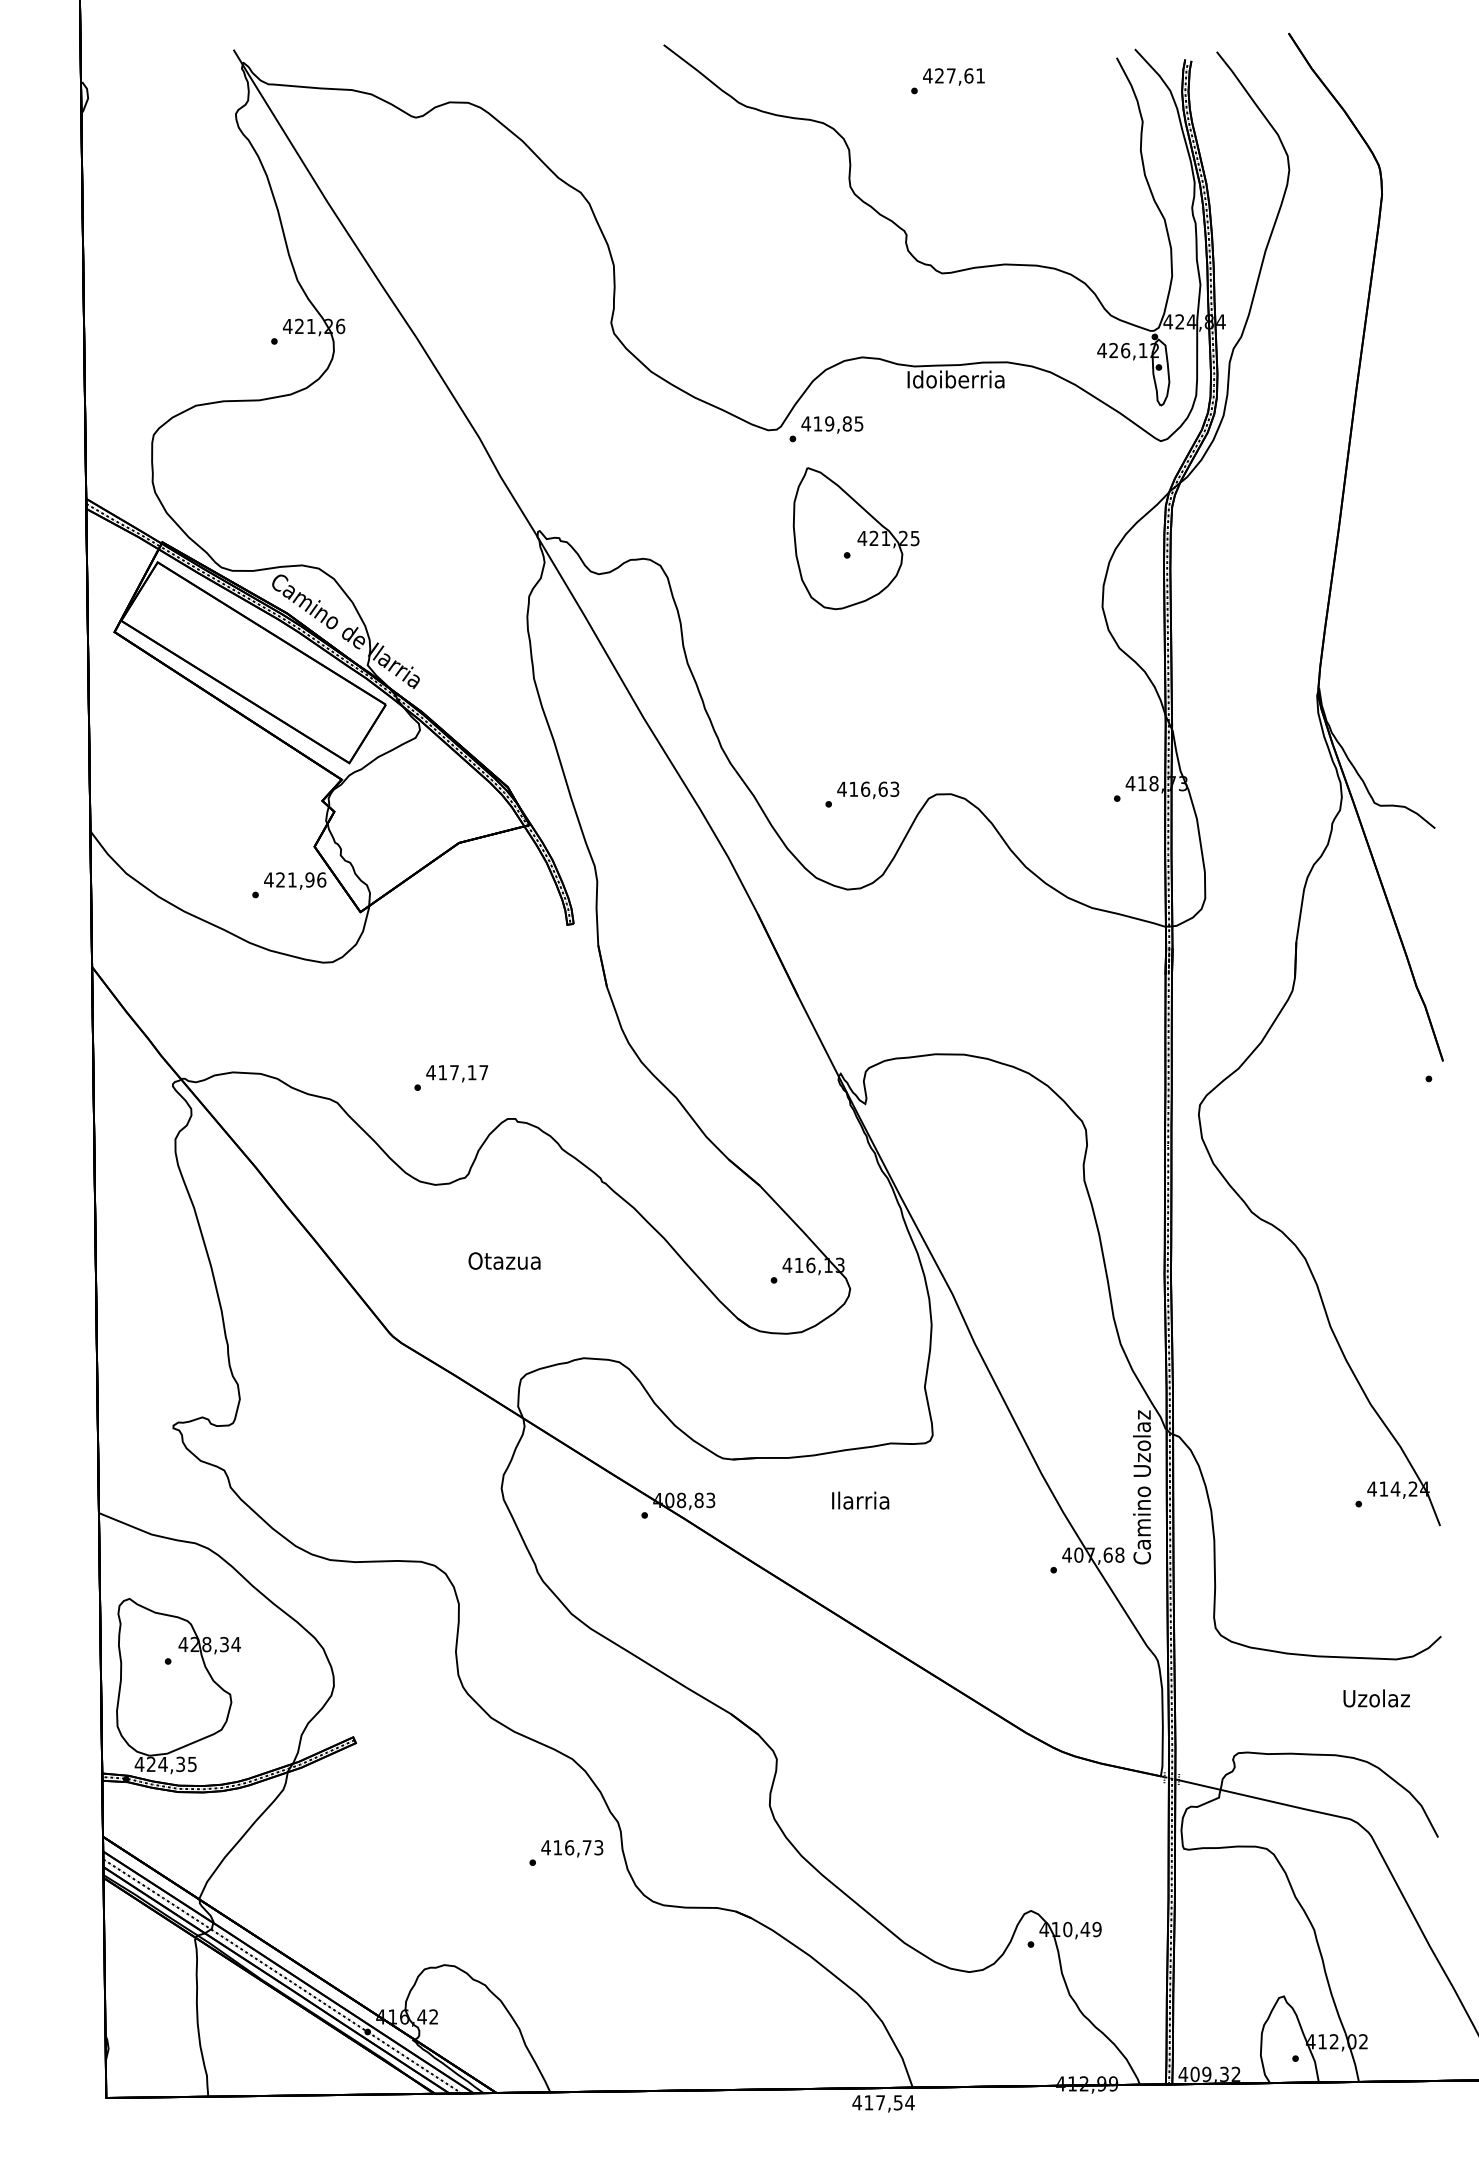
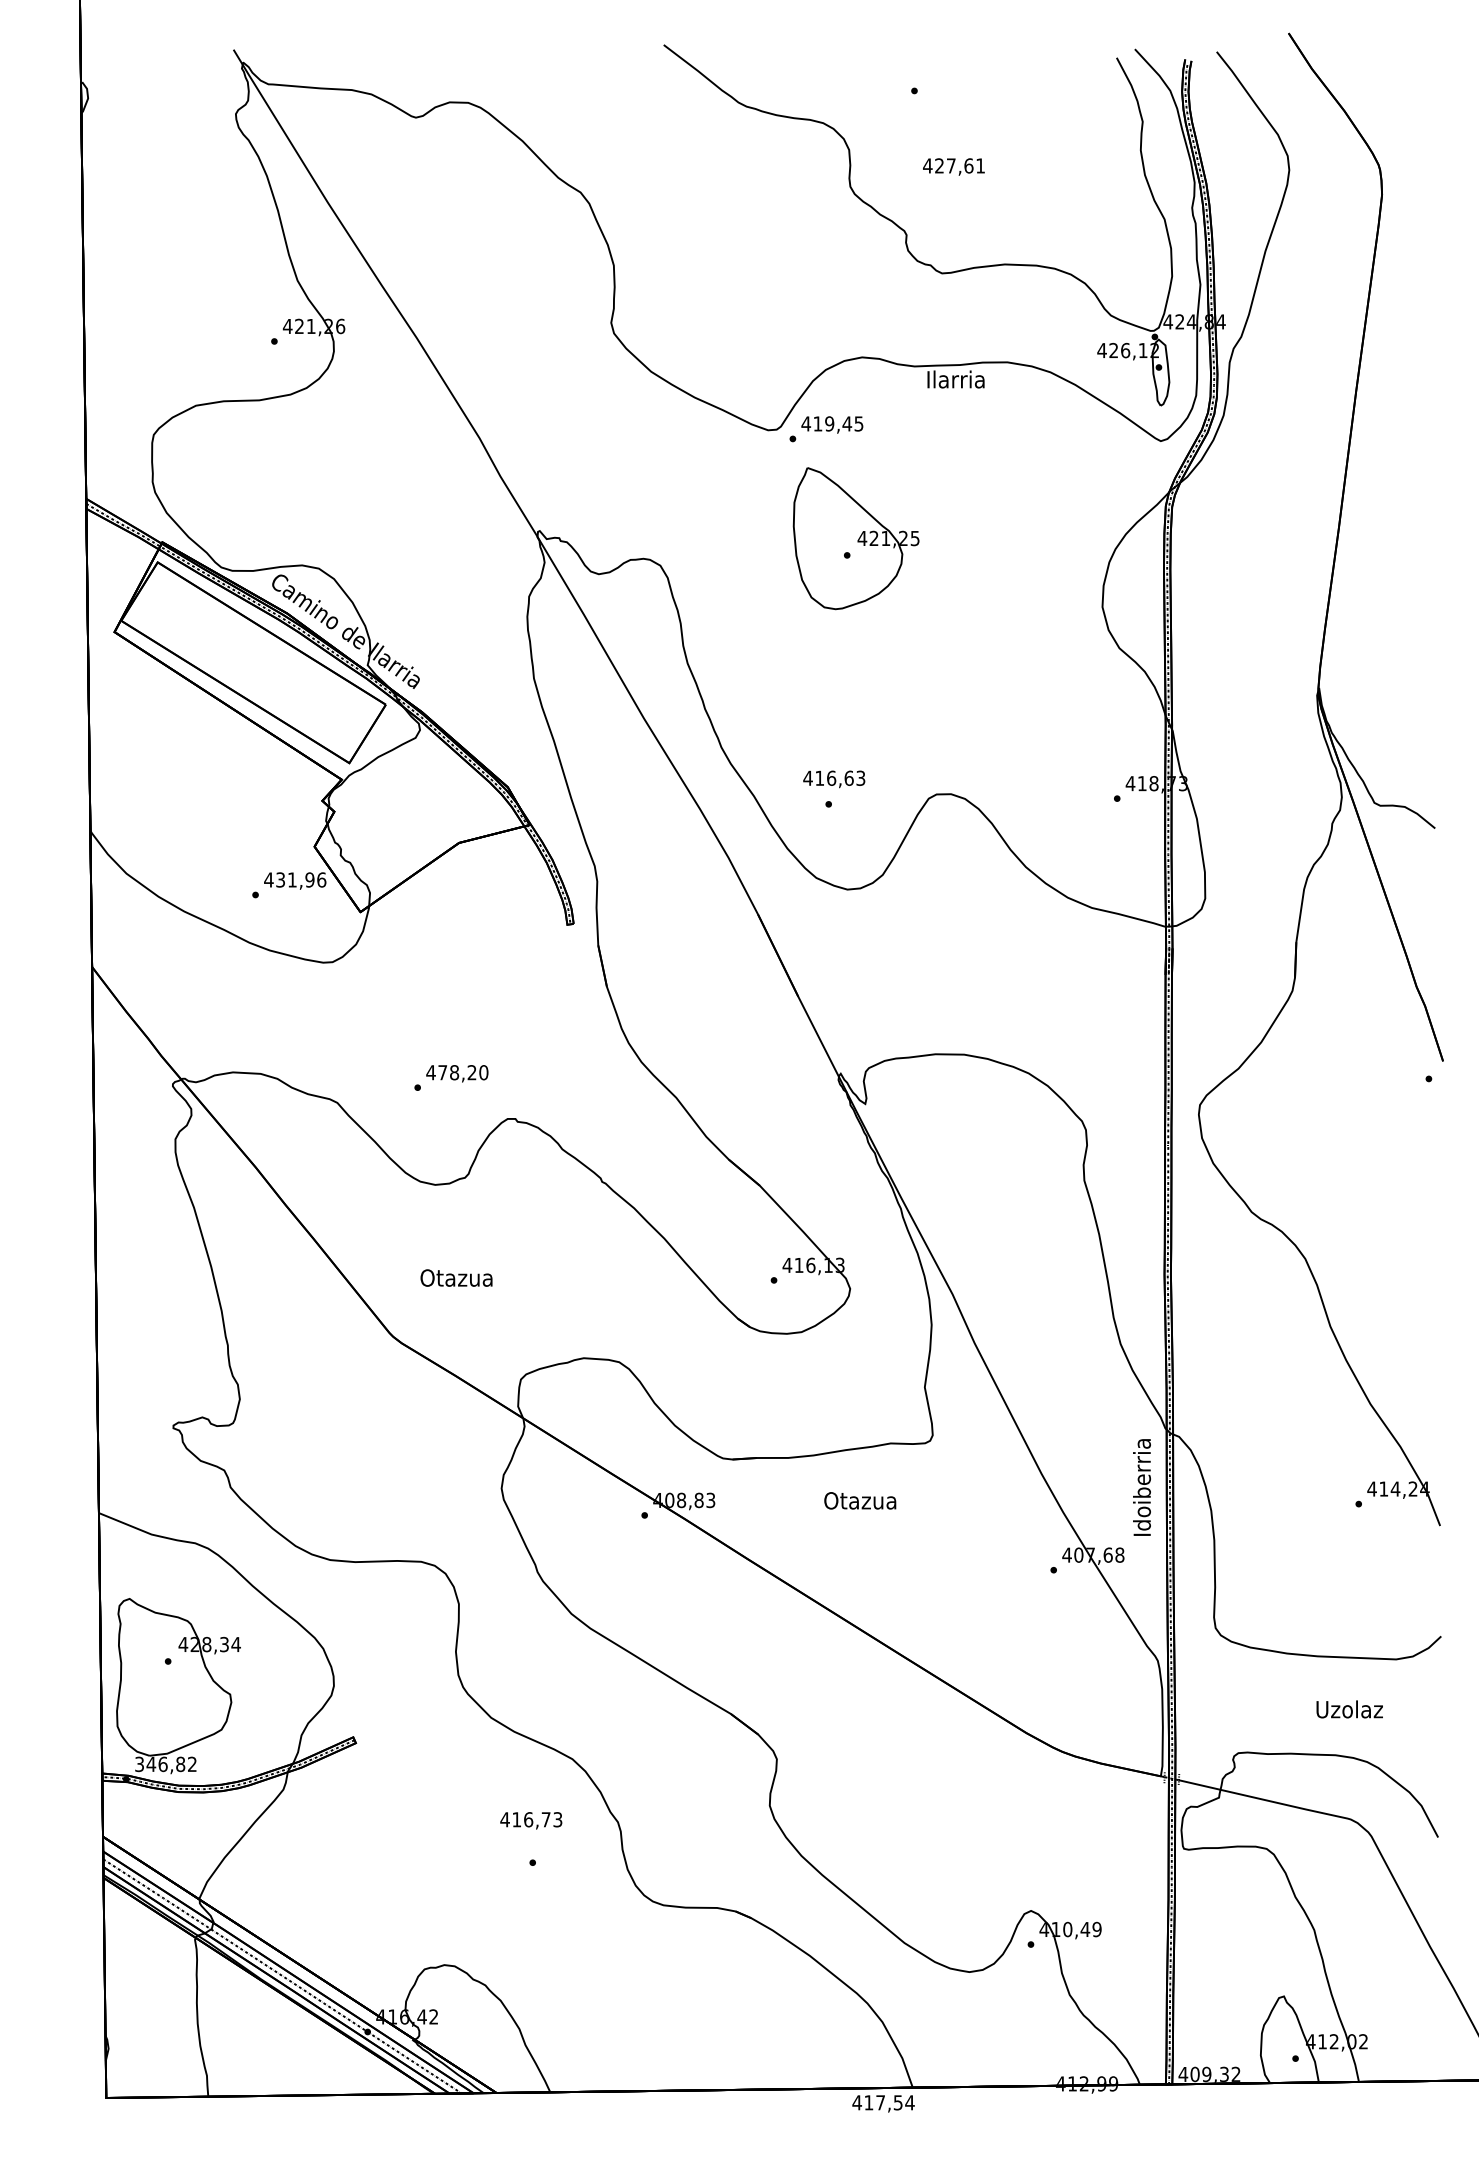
text at (953, 76) position: (953, 76) -> (953, 166)
text at (955, 379): Idoiberria -> Ilarria
text at (847, 423): 419,85 -> 419,45
text at (868, 790) position: (868, 790) -> (834, 779)
text at (280, 879): 421,96 -> 431,96
text at (463, 1072): 417,17 -> 478,20
text at (504, 1260) position: (504, 1260) -> (456, 1277)
text at (1141, 1487): Camino Uzolaz -> Idoiberria
text at (860, 1500): Ilarria -> Otazua
text at (1376, 1698) position: (1376, 1698) -> (1349, 1709)
text at (165, 1764): 424,35 -> 346,82
text at (572, 1848) position: (572, 1848) -> (531, 1820)
